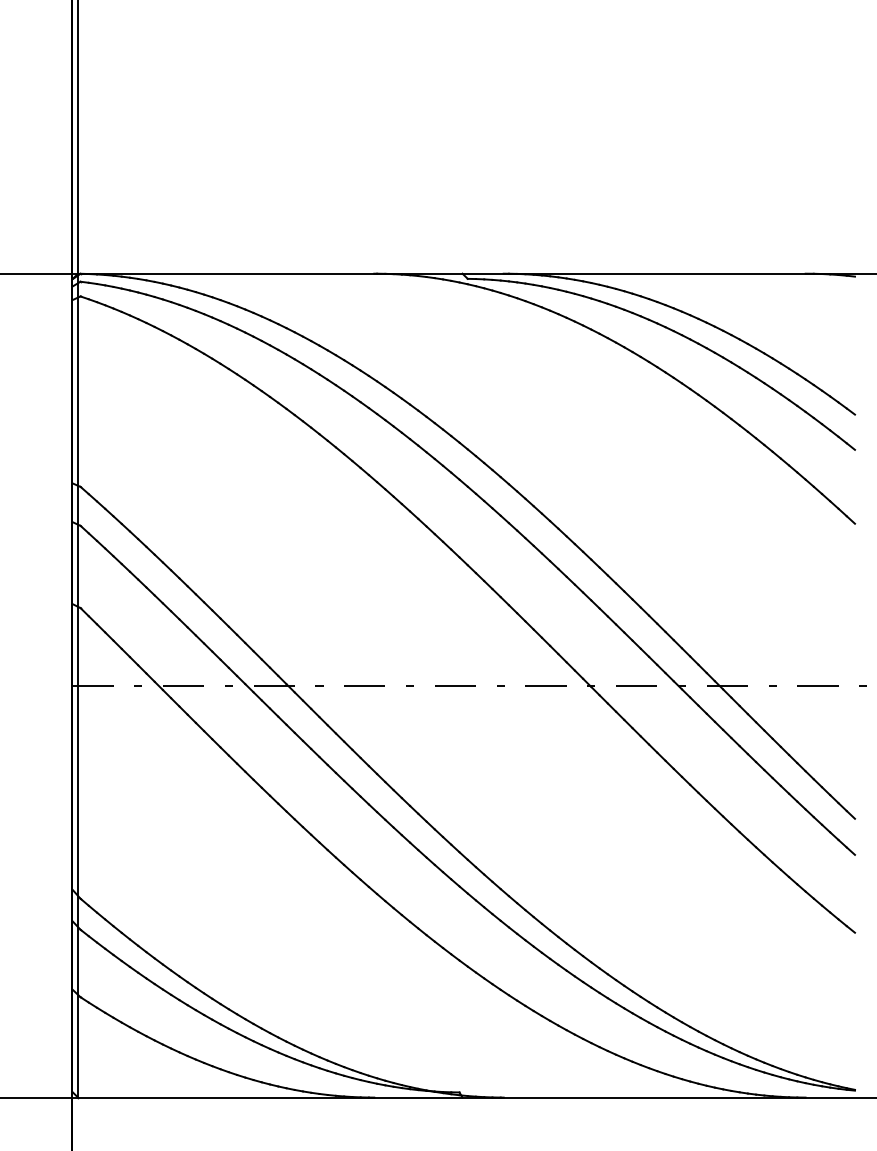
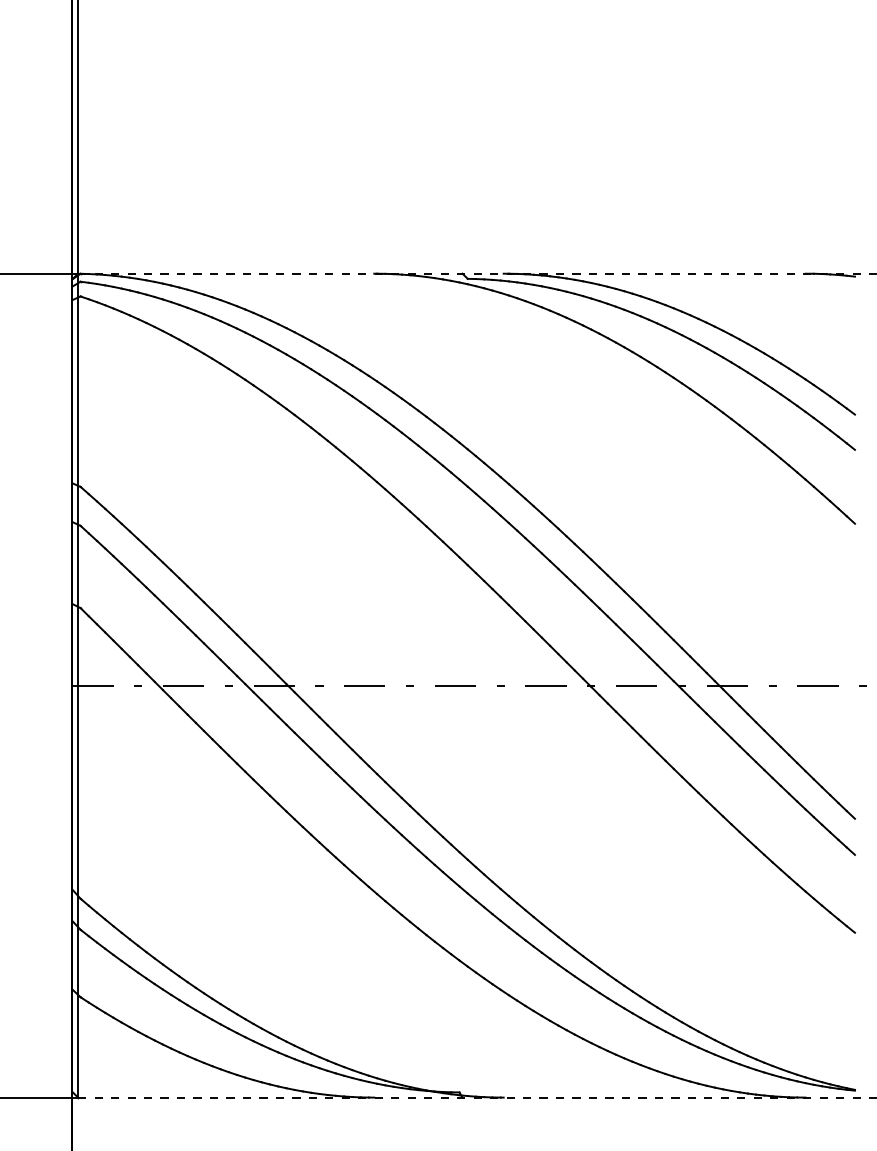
line at (477, 273): solid -> dashed
line at (477, 1097): solid -> dashed
